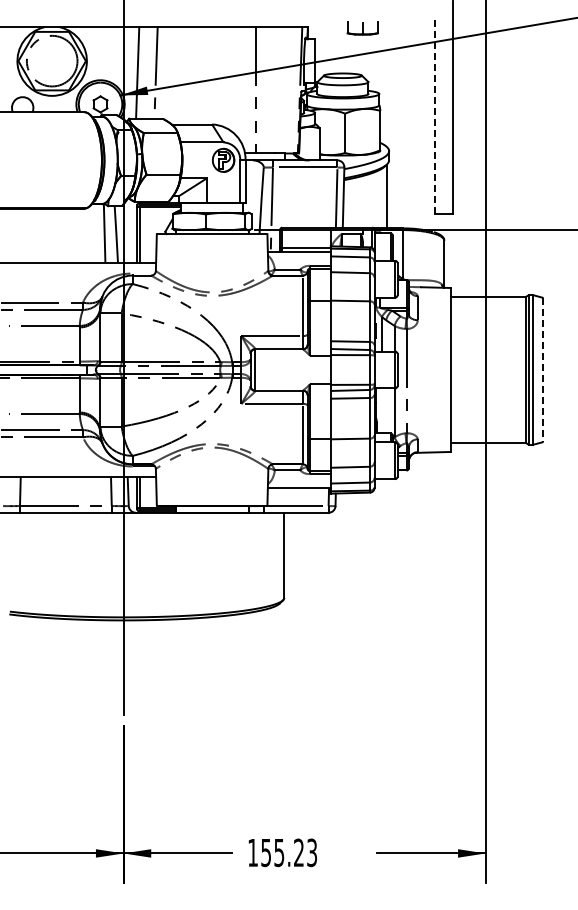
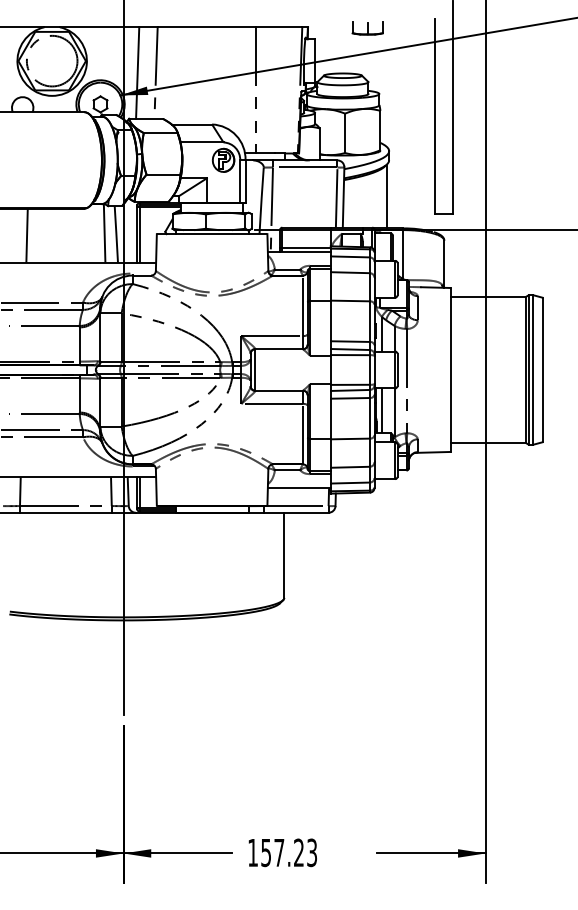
part at (362, 28) position: (362, 28) -> (367, 28)
line at (434, 116): dashed -> solid
line at (26, 235): none -> present
line at (542, 370): dashed -> solid
line at (381, 410): none -> present
text at (279, 853): 155.23 -> 157.23
